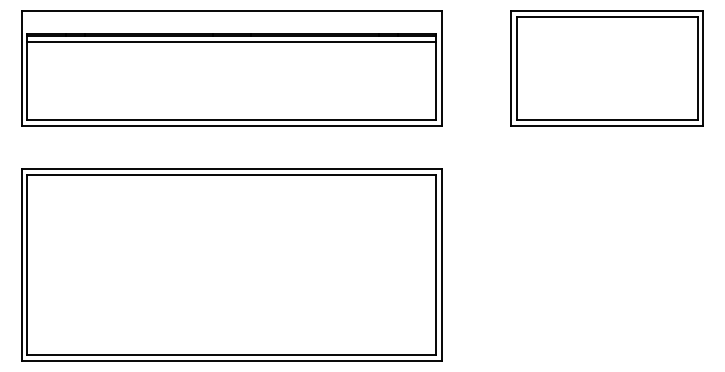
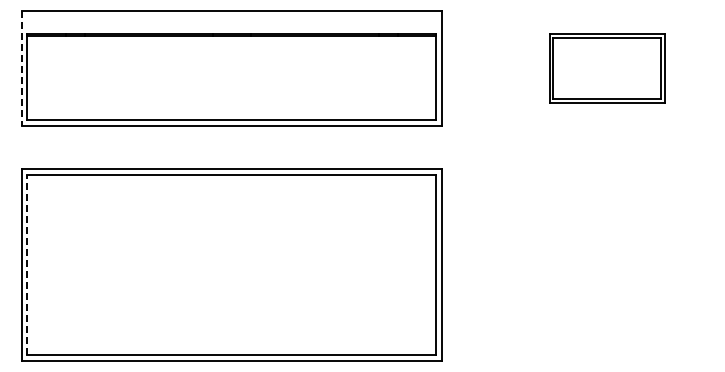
line at (231, 41): present -> none
line at (21, 68): solid -> dashed
part at (606, 68) size: 194x117 px -> 117x71 px
line at (27, 264): solid -> dashed
